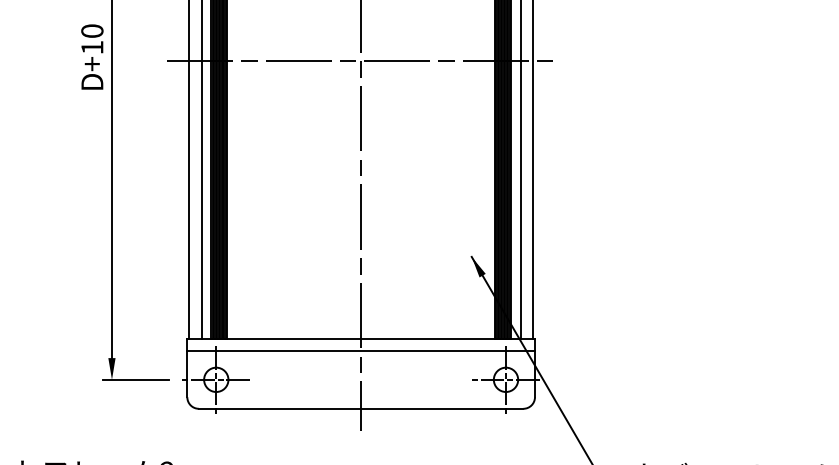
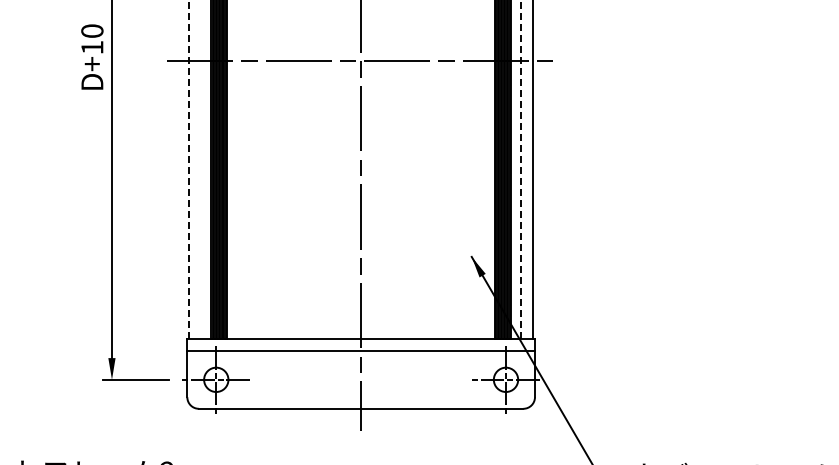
line at (189, 169): solid -> dashed
line at (520, 169): solid -> dashed
line at (201, 170): present -> none
